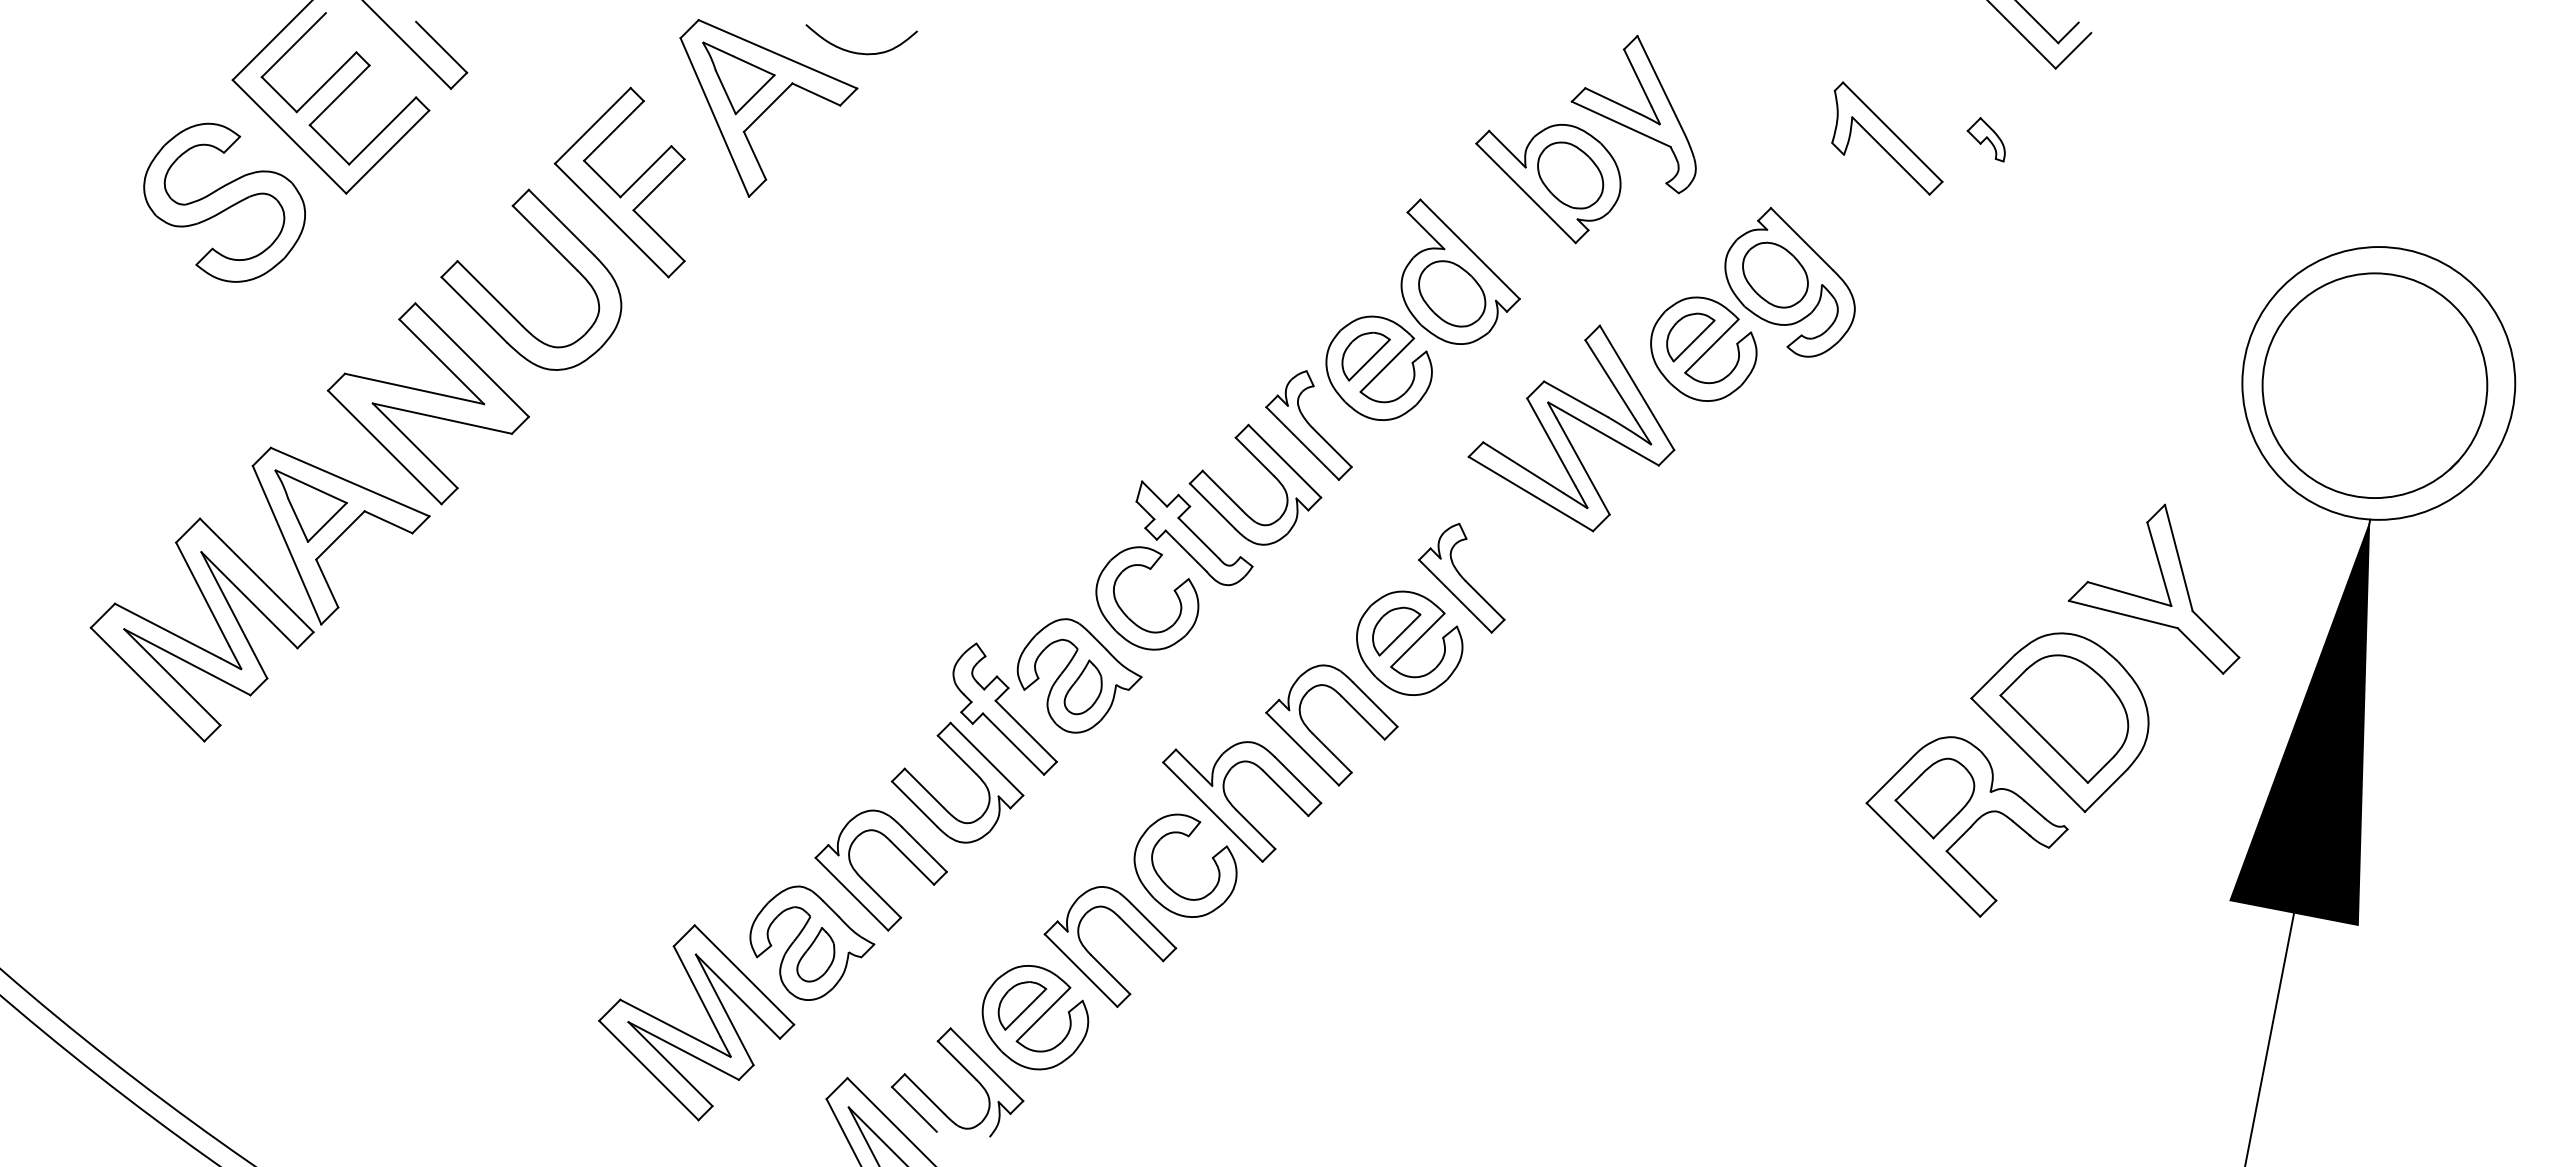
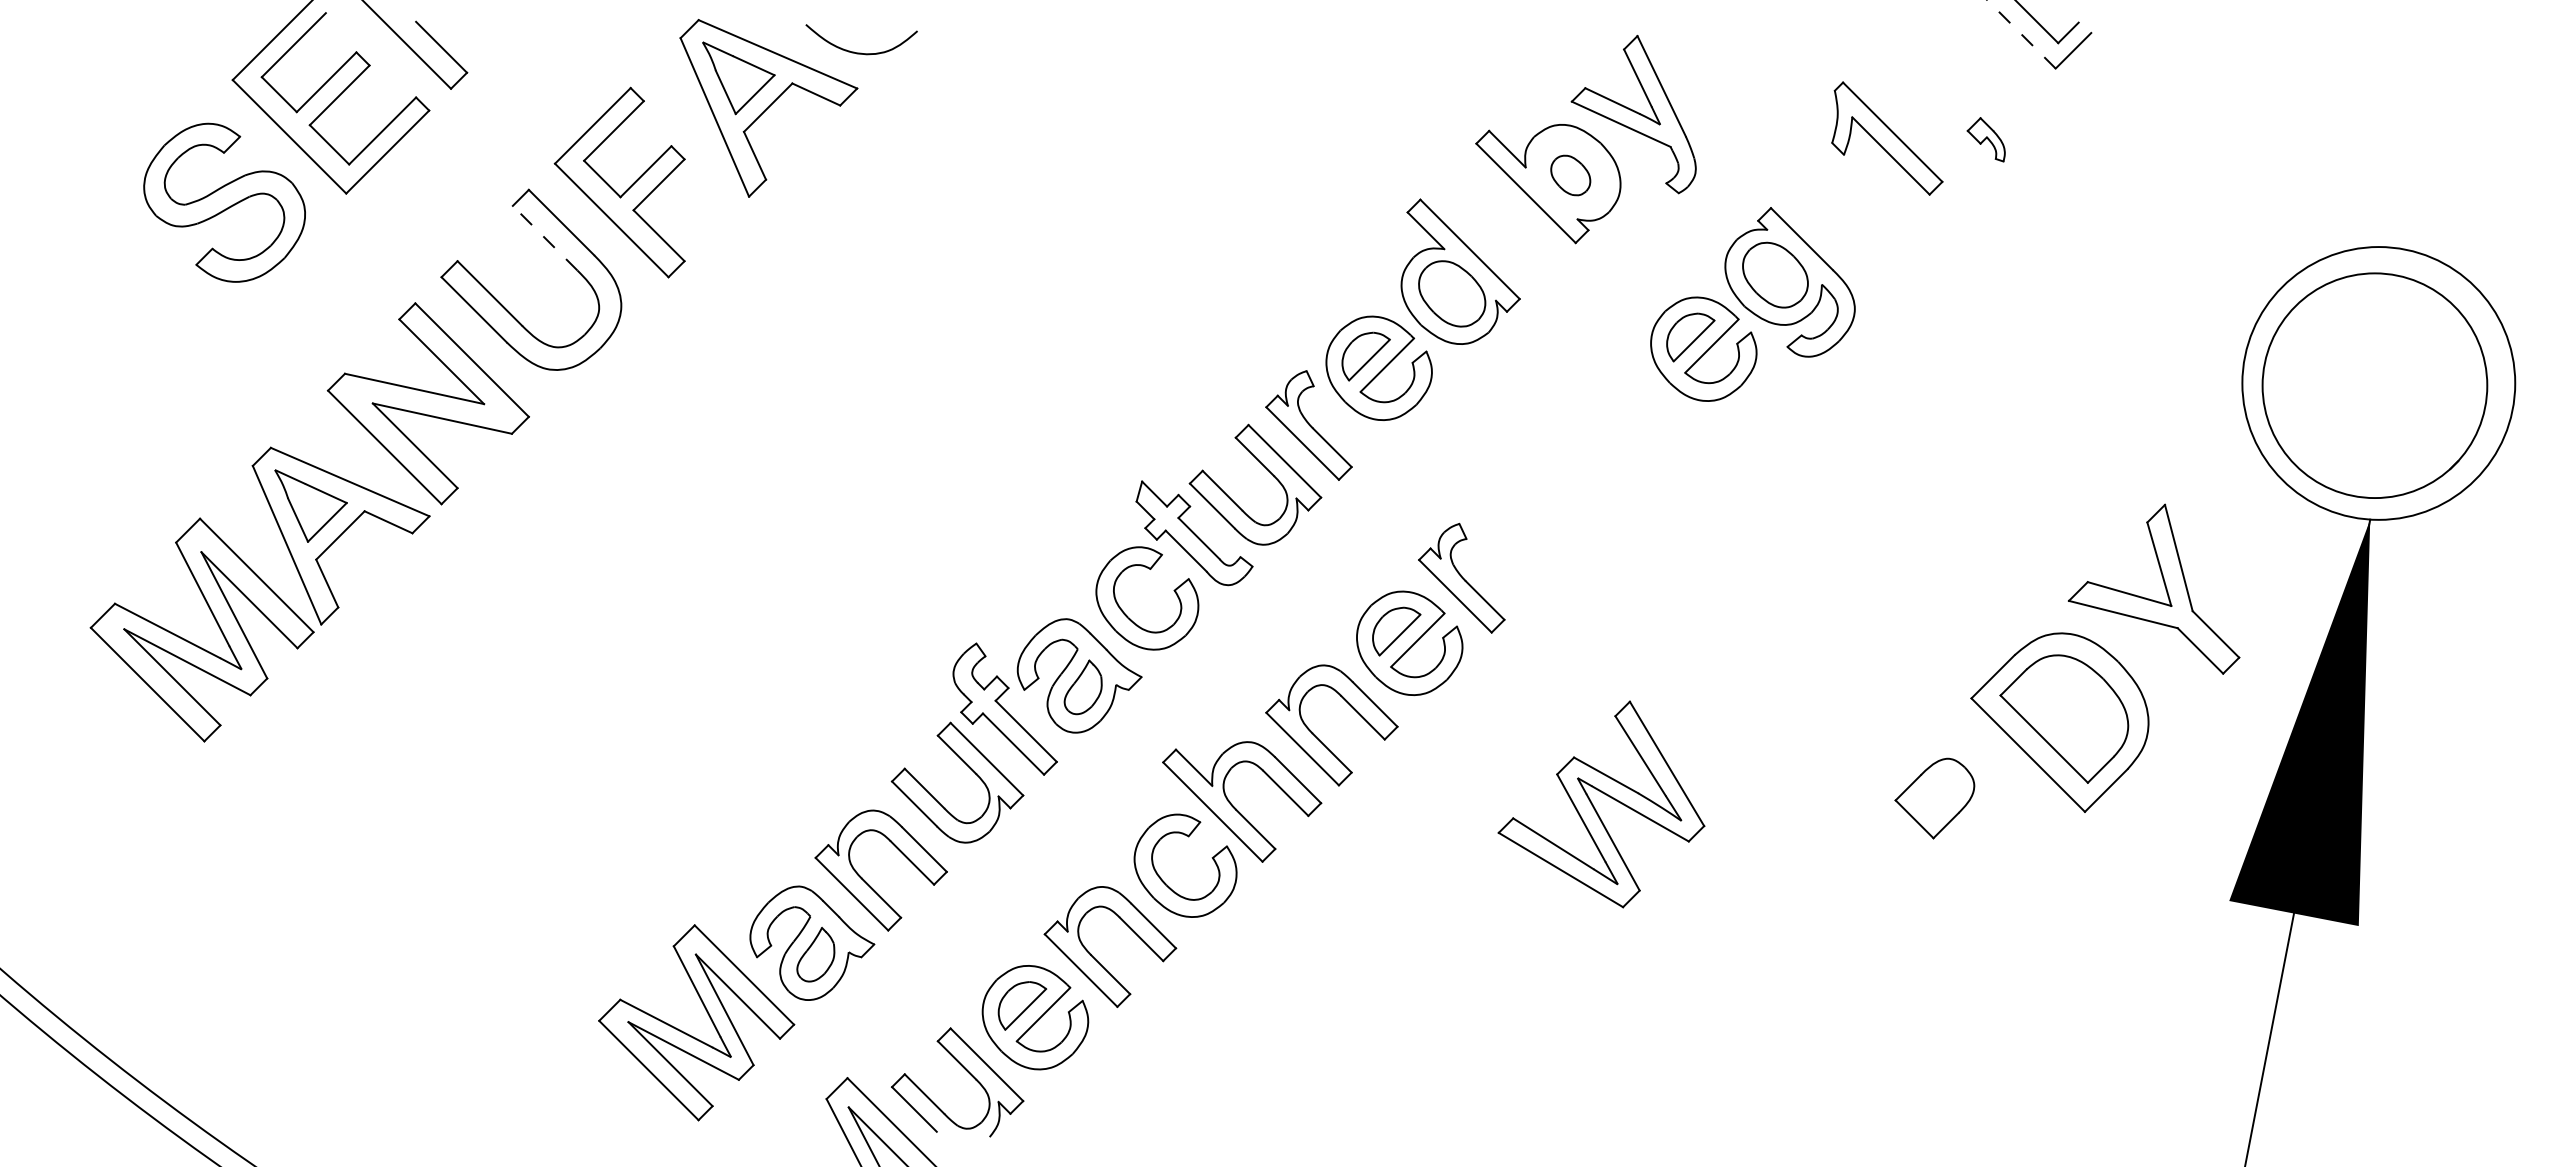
line at (2021, 34): solid -> dashed
part at (1570, 175) size: 68x69 px -> 42x43 px
line at (545, 238): solid -> dashed
part at (1565, 432) position: (1565, 432) -> (1595, 808)
part at (1966, 826): present -> none
